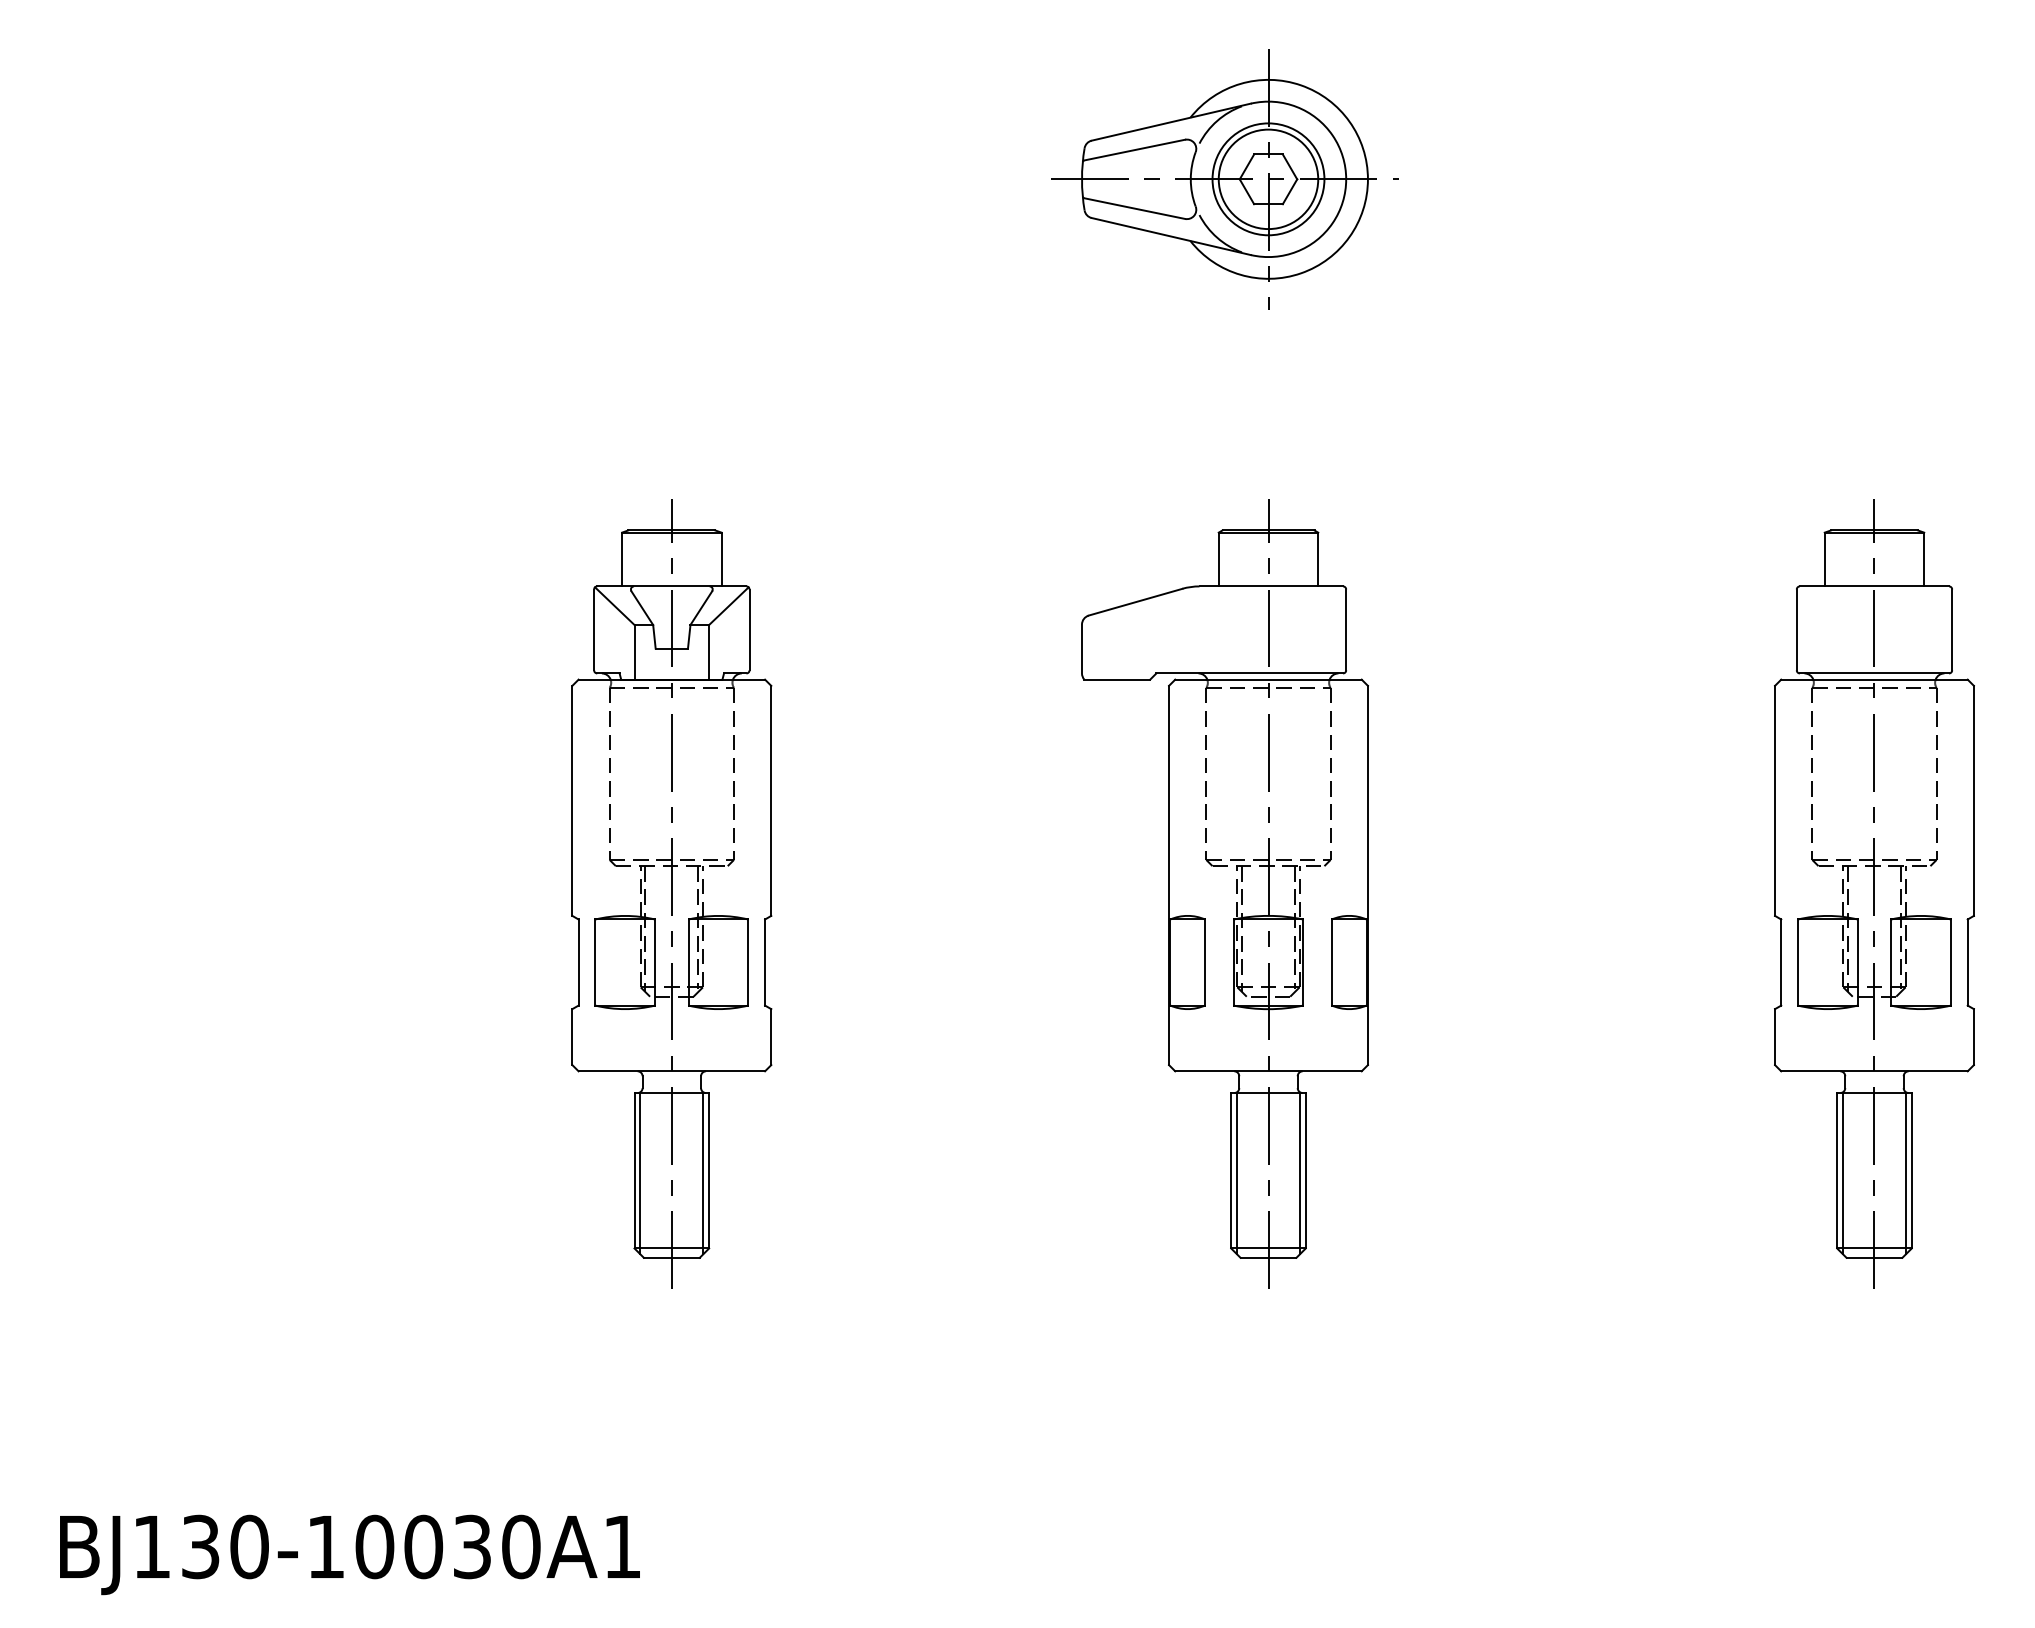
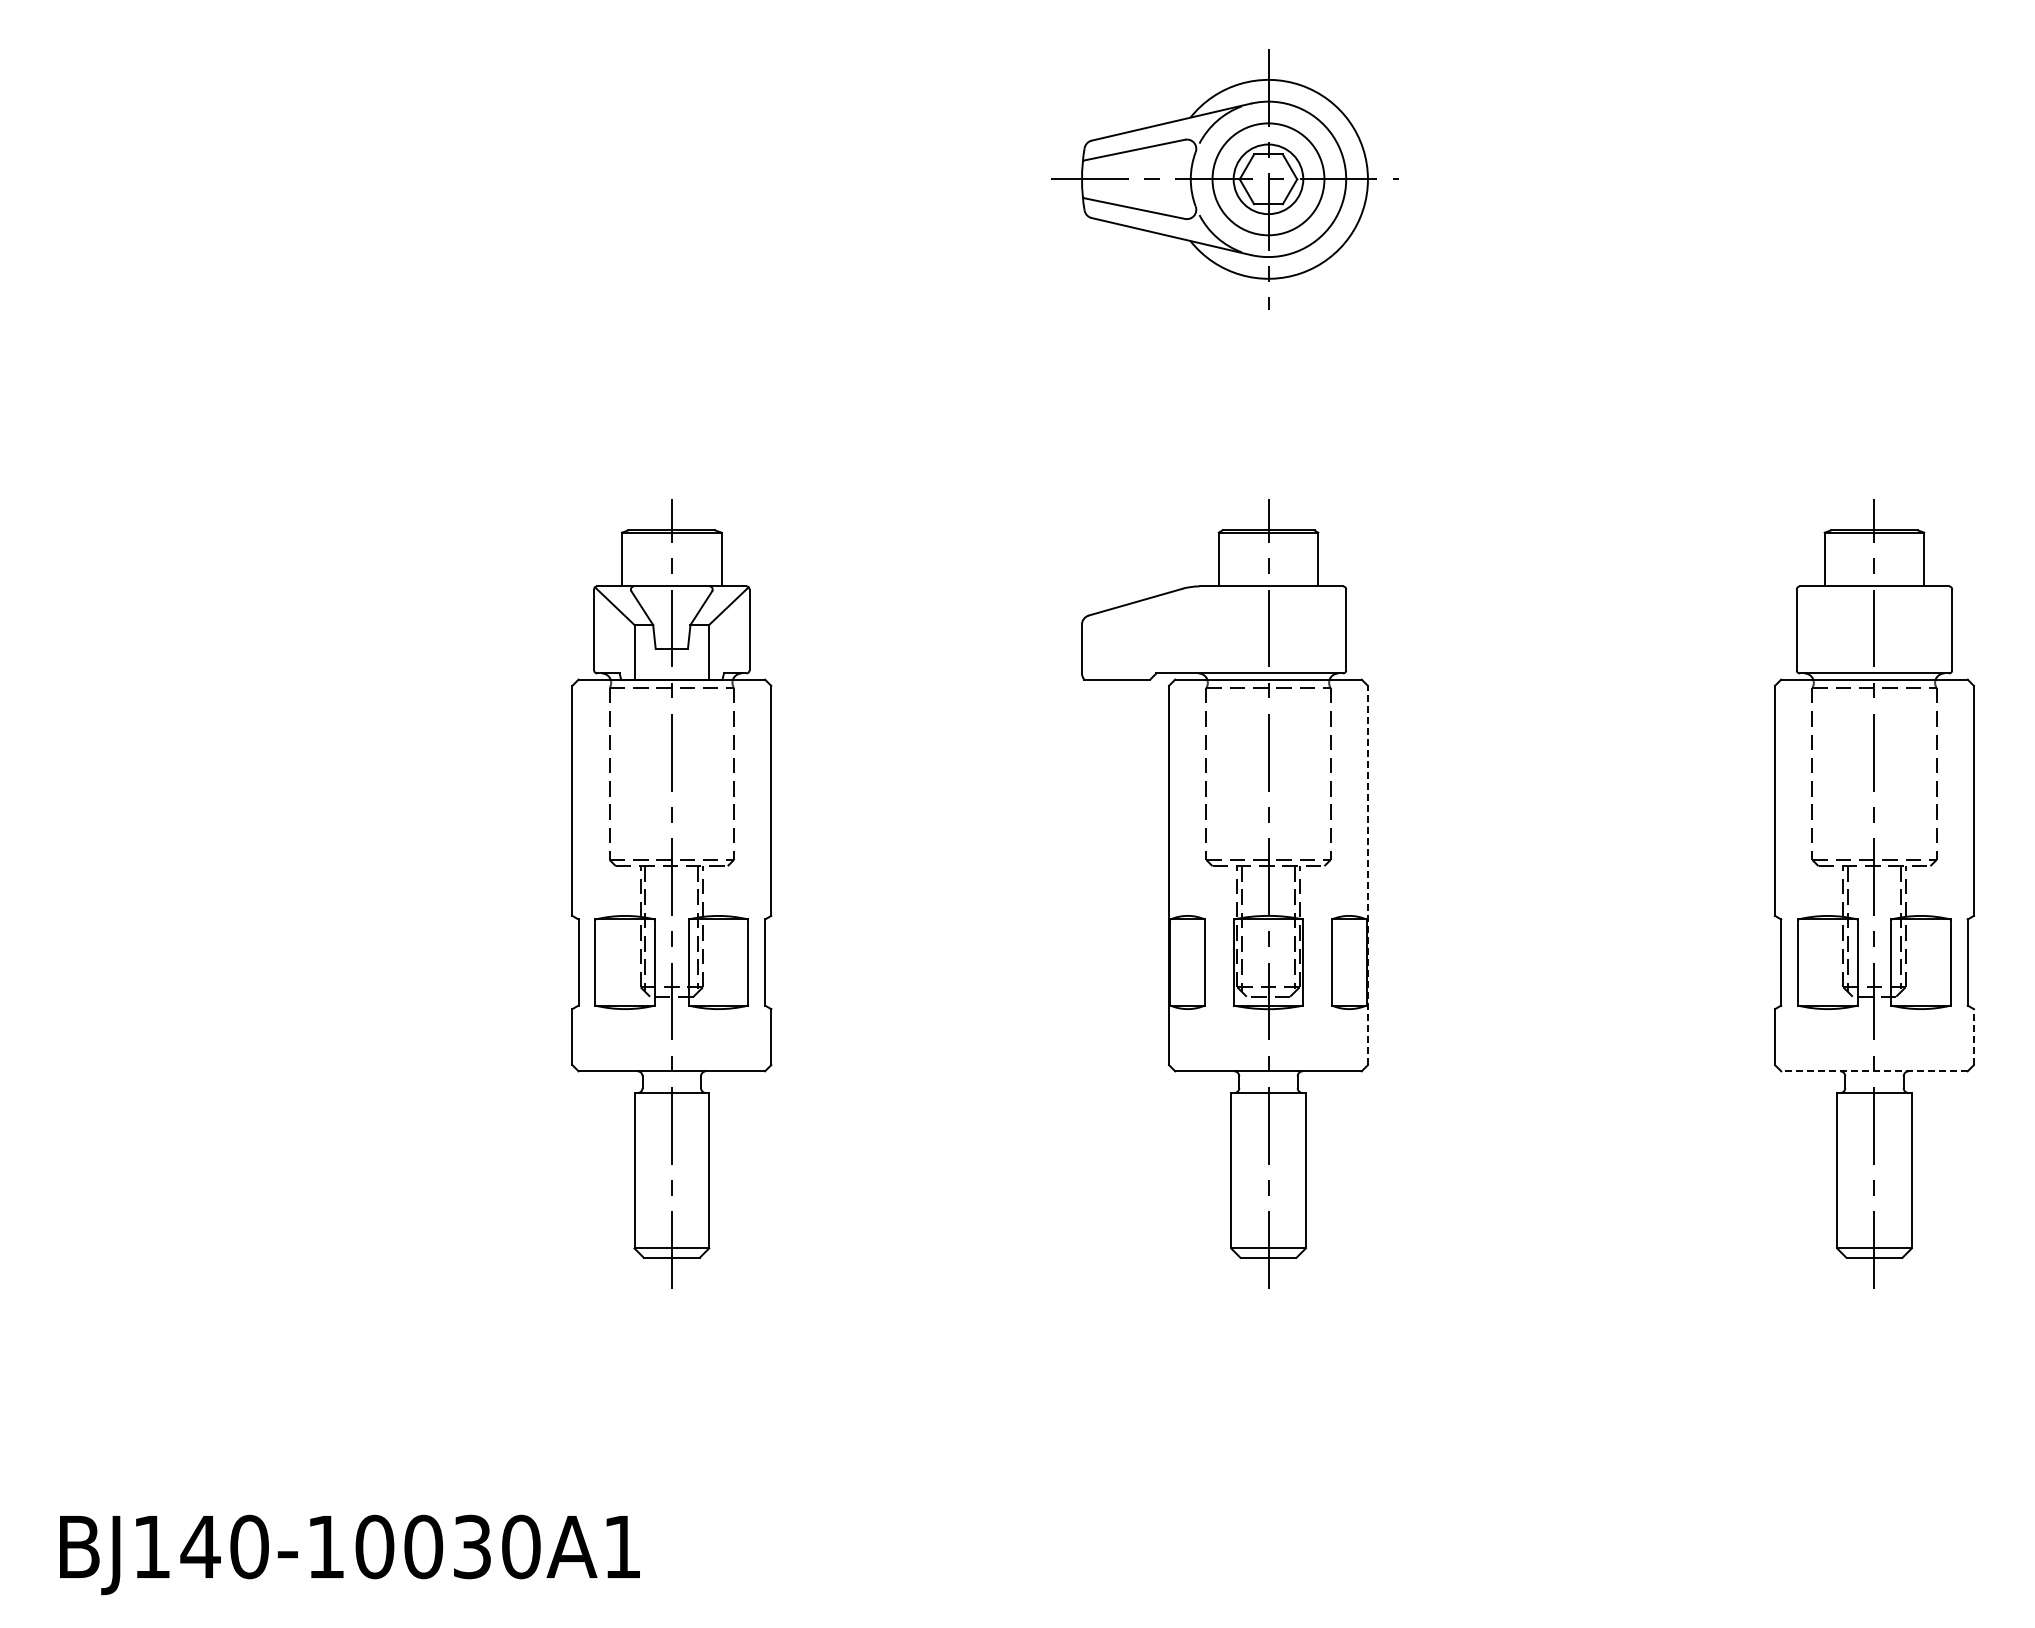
circle at (1268, 179) diameter: 99 px -> 70 px
line at (1367, 875): solid -> dashed
line at (1973, 1037): solid -> dashed
line at (1873, 1071): solid -> dashed
line at (640, 1173): present -> none
line at (703, 1173): present -> none
line at (1237, 1173): present -> none
line at (1299, 1173): present -> none
line at (1843, 1173): present -> none
line at (1905, 1173): present -> none
text at (200, 1546): BJ130-10030A1 -> BJ140-10030A1
